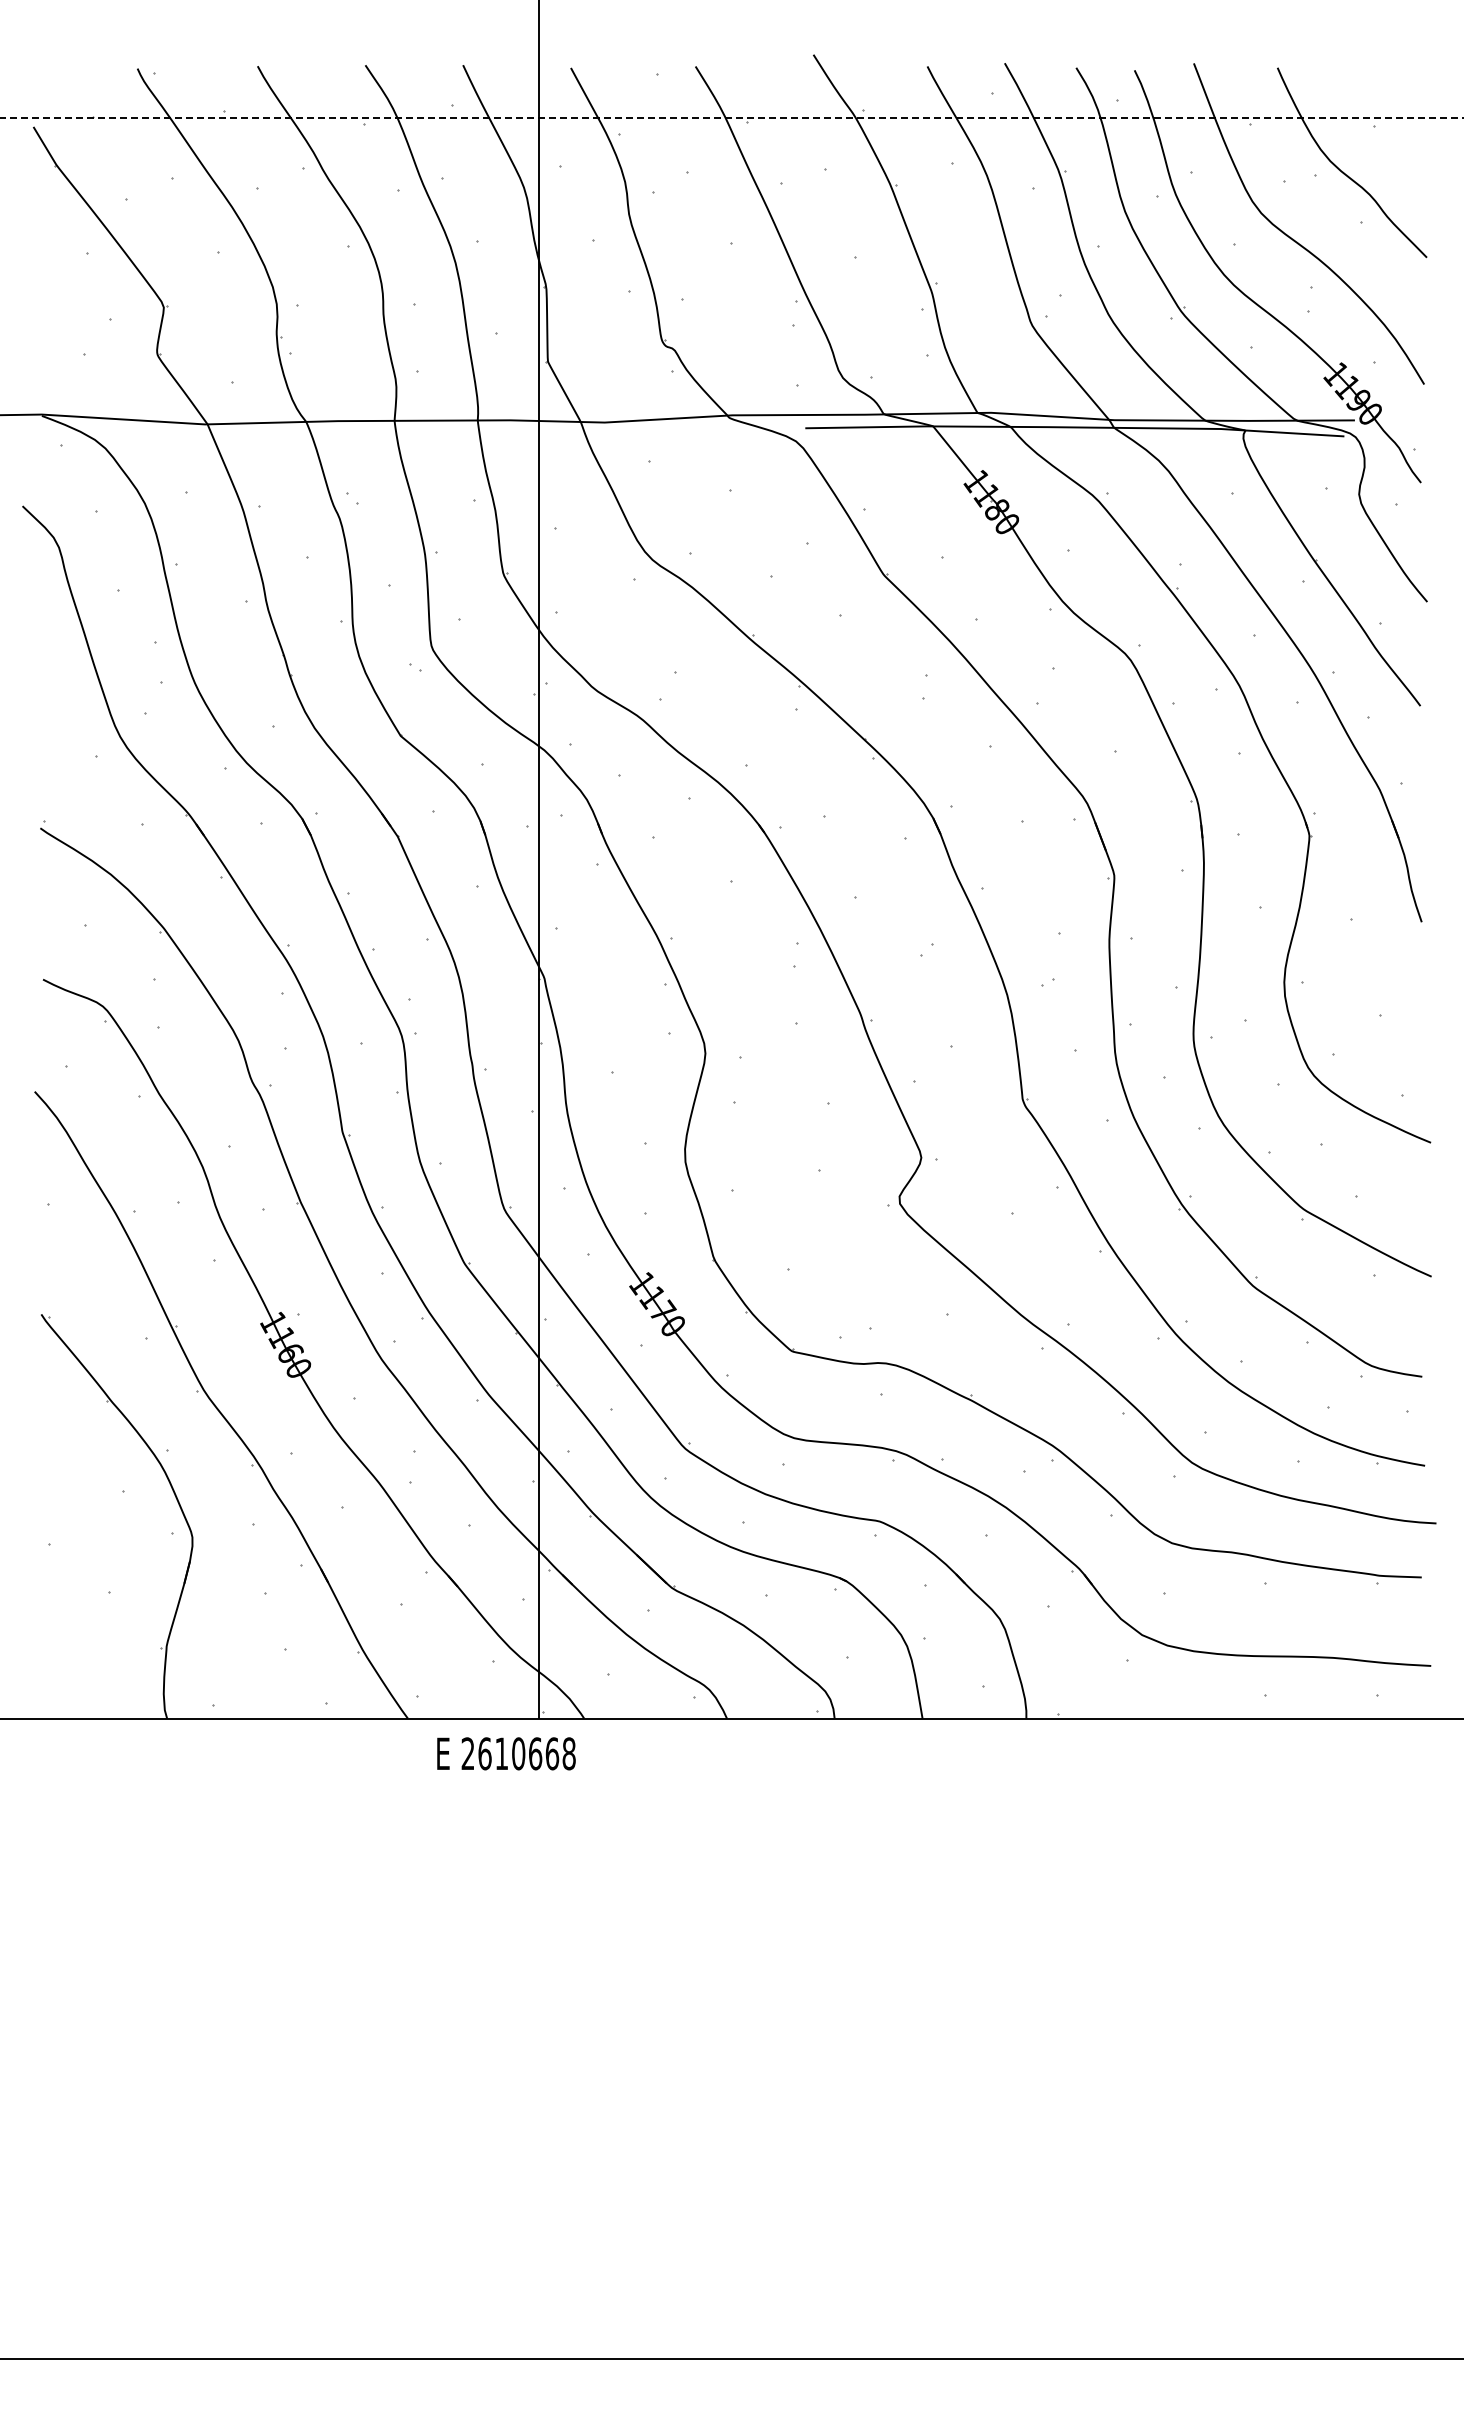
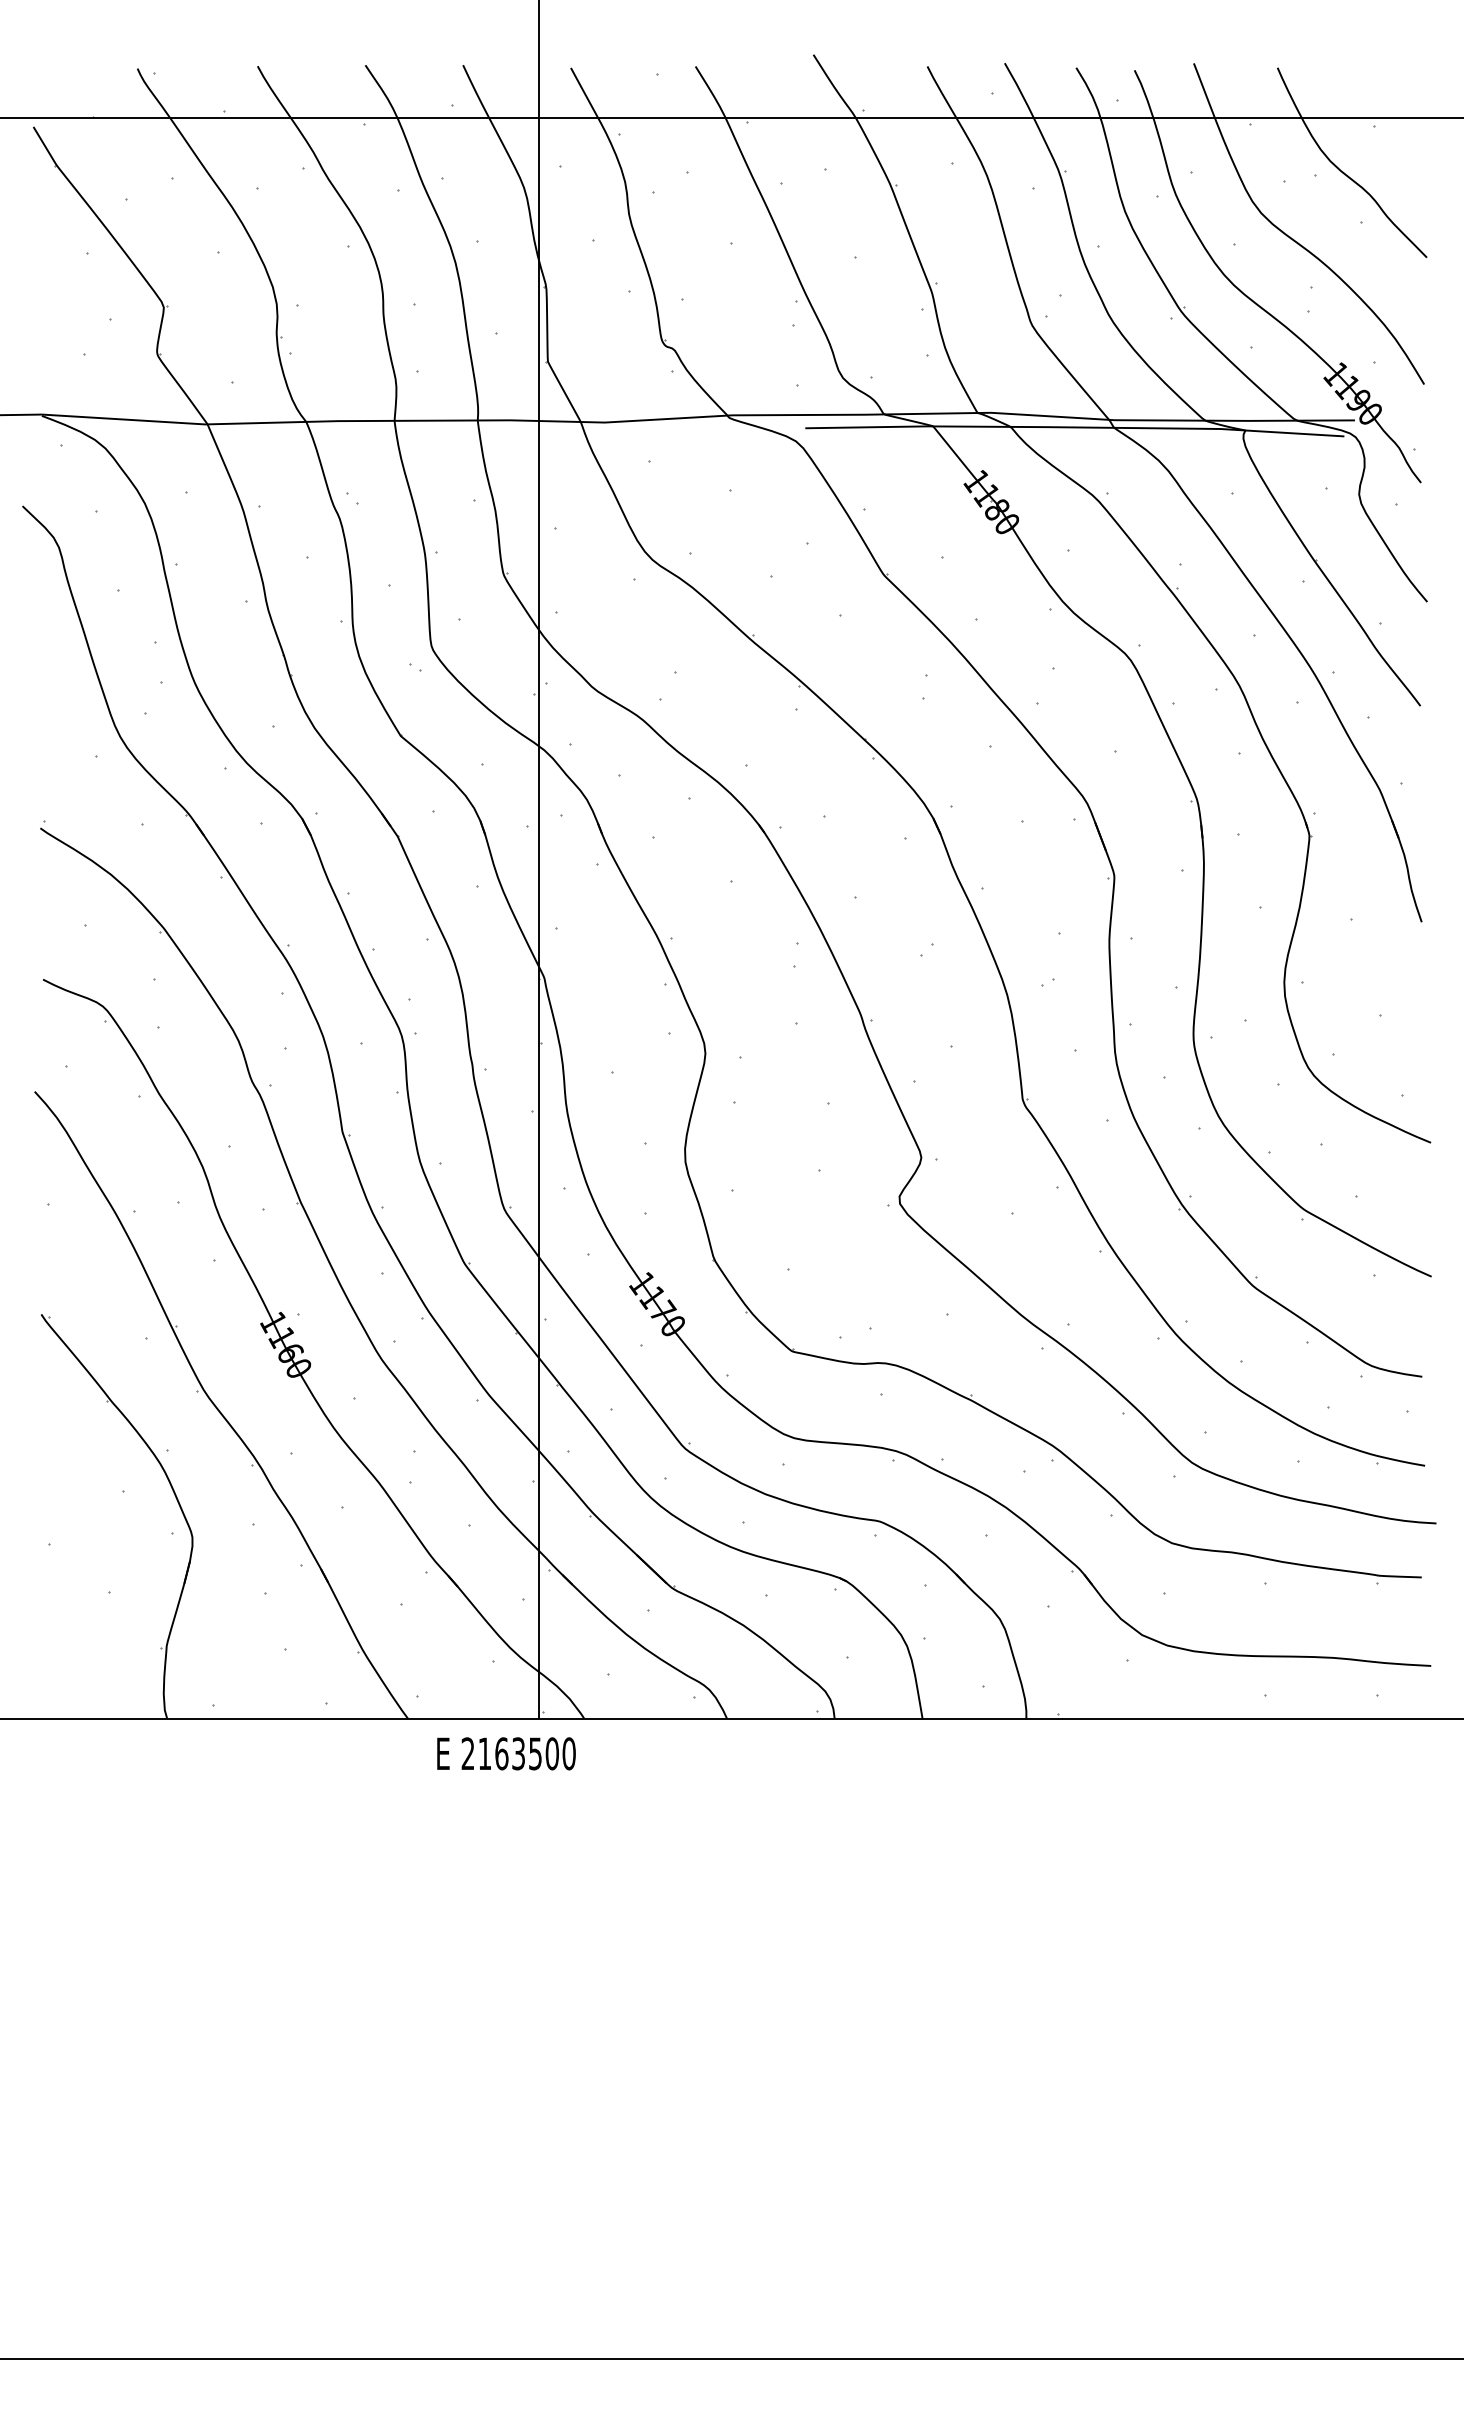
line at (731, 117): dashed -> solid
text at (526, 1753): 2610668 -> 2163500
